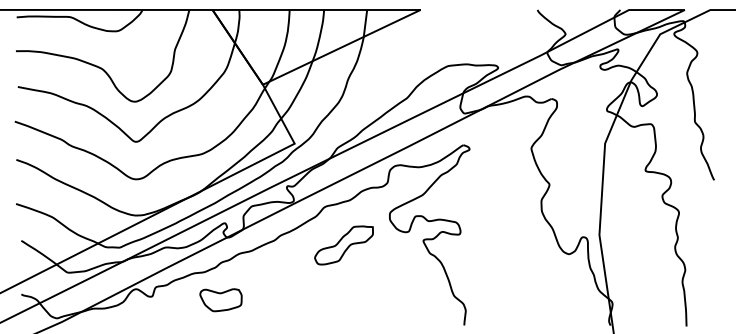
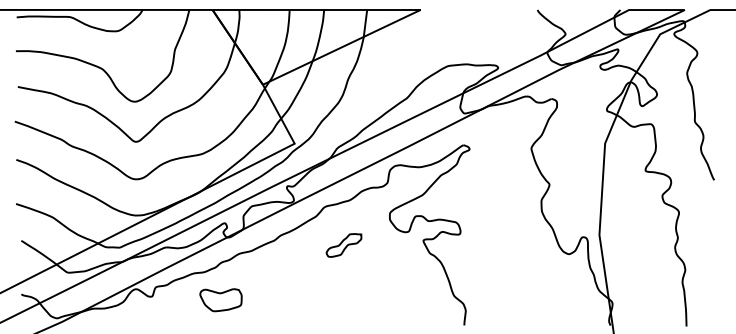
part at (343, 245) size: 60x41 px -> 38x25 px
